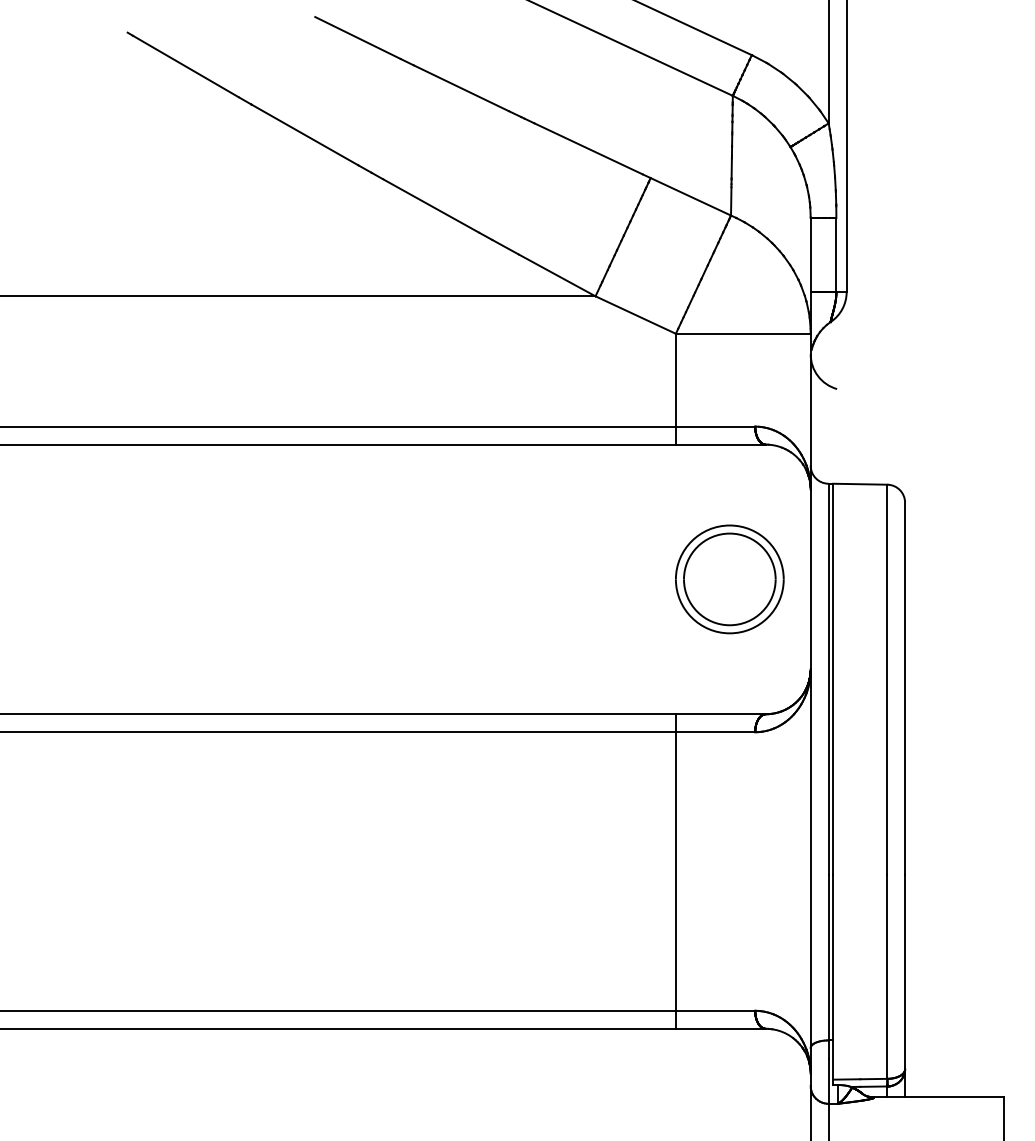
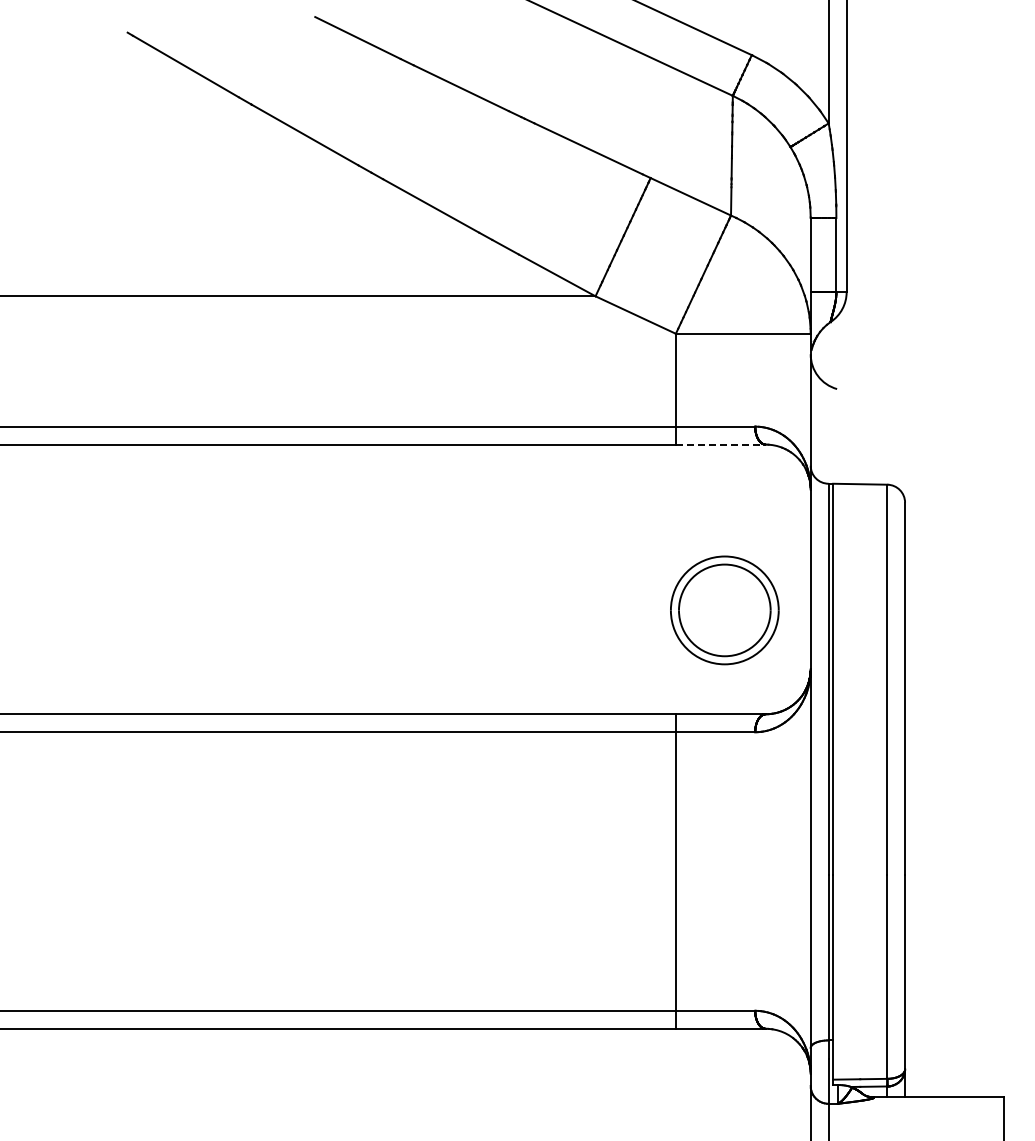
line at (720, 444): solid -> dashed
part at (729, 579) position: (729, 579) -> (724, 610)
